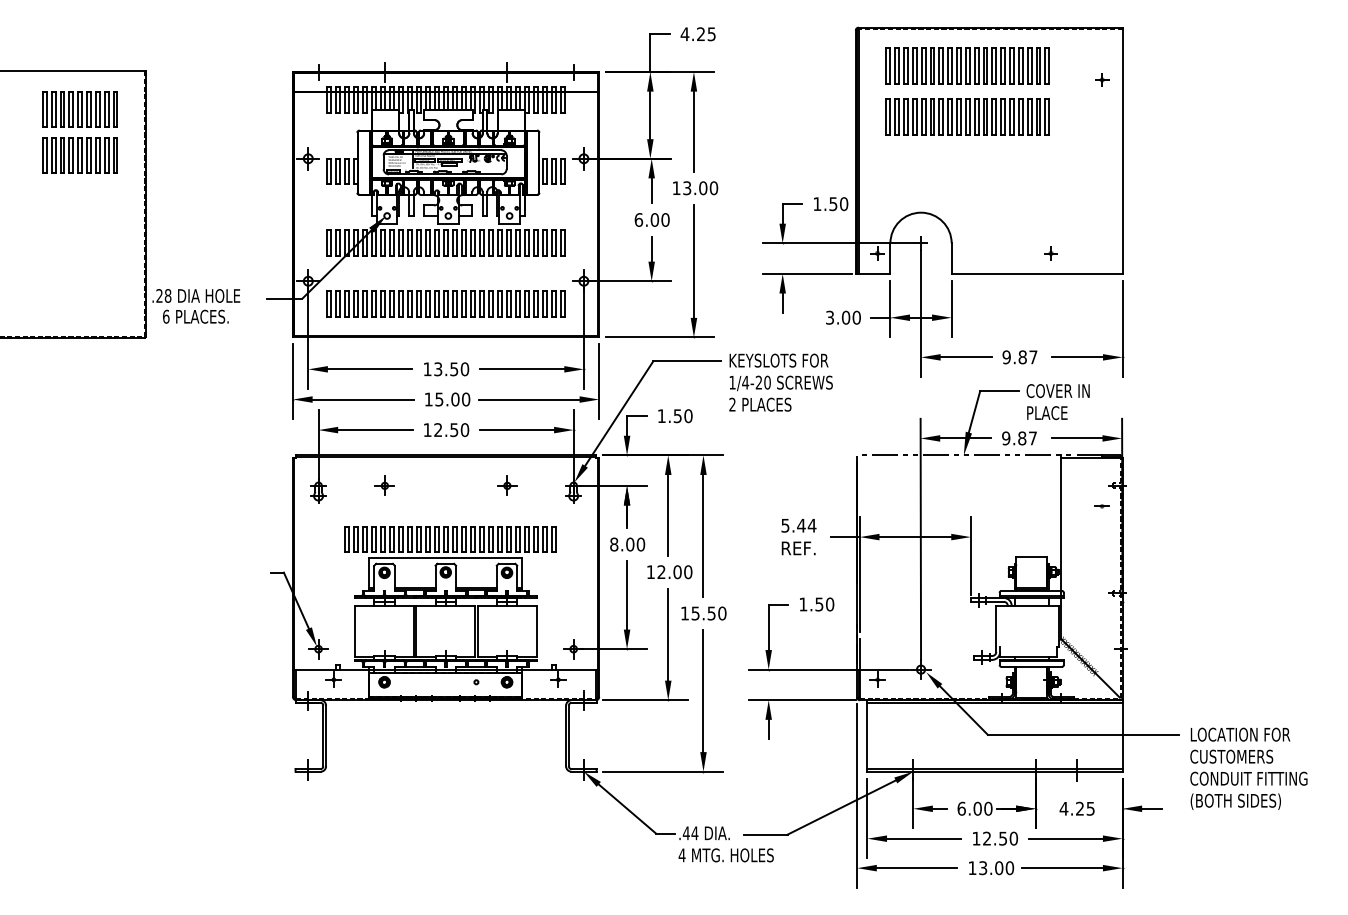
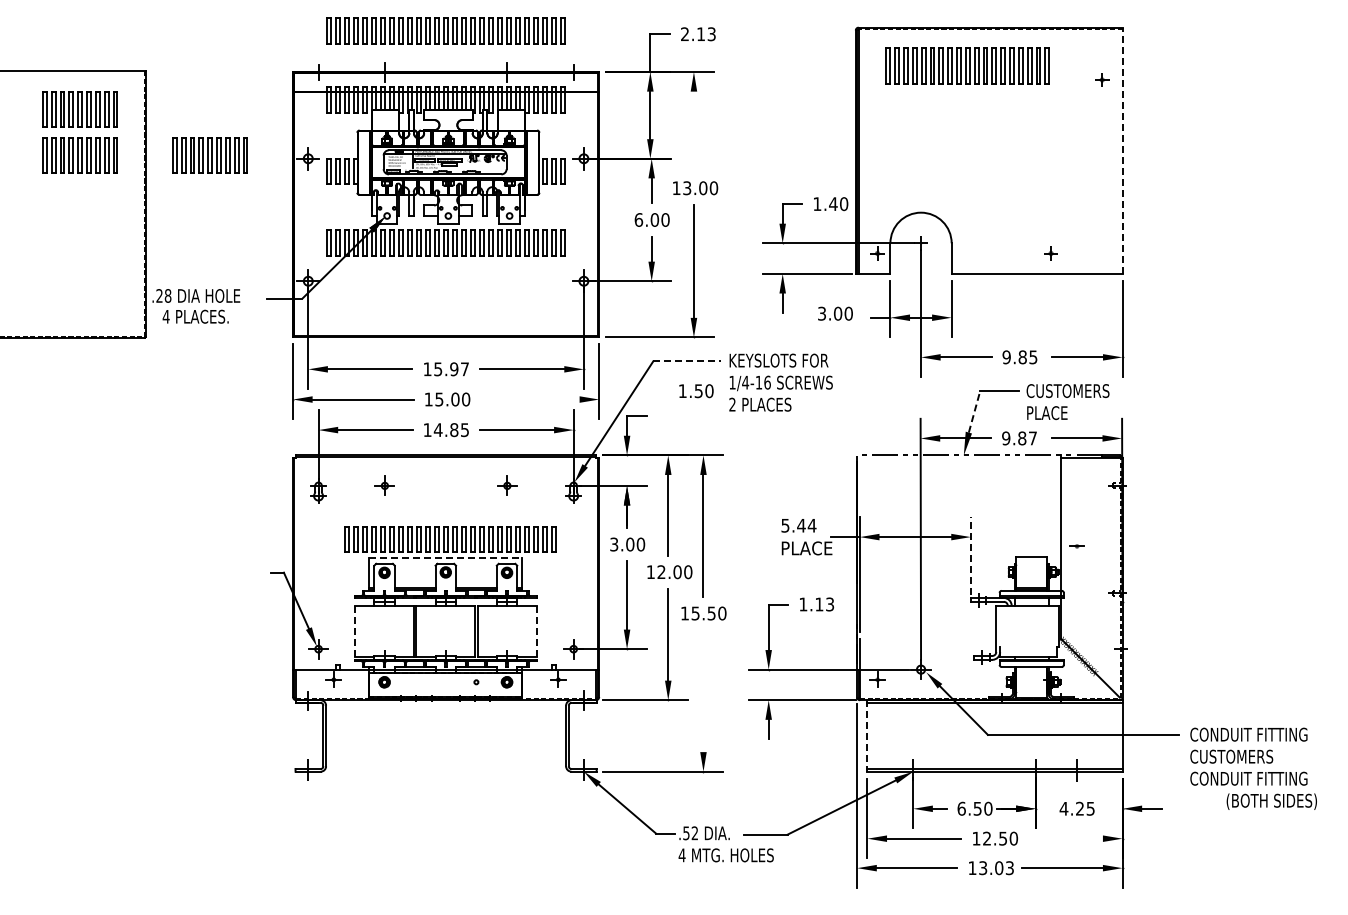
text at (697, 33): 4.25 -> 2.13
part at (967, 116): present -> none
line at (693, 131): present -> none
line at (1122, 150): solid -> dashed
part at (209, 155): none -> present
text at (833, 204): 1.50 -> 1.40
part at (445, 303) position: (445, 303) -> (445, 30)
text at (165, 316): 6 -> 4
text at (843, 317) position: (843, 317) -> (835, 313)
text at (1033, 357): 9.87 -> 9.85
line at (687, 361): solid -> dashed
text at (451, 369): 13.50 -> 15.97
text at (762, 382): 1/4-20 -> 1/4-16
text at (1072, 391): COVER IN -> CUSTOMERS
line at (528, 399): present -> none
line at (974, 411): solid -> dashed
text at (675, 416) position: (675, 416) -> (696, 391)
text at (451, 430): 12.50 -> 14.85
part at (1101, 506) position: (1101, 506) -> (1076, 546)
text at (614, 544): 8.00 -> 3.00
text at (807, 548): REF. -> PLACE
line at (970, 556): solid -> dashed
line at (445, 557): solid -> dashed
text at (824, 604): 1.50 -> 1.13
line at (355, 631): solid -> dashed
line at (536, 631): solid -> dashed
line at (703, 691): present -> none
text at (1248, 734): LOCATION FOR -> CONDUIT FITTING
line at (867, 735): solid -> dashed
text at (1235, 801) position: (1235, 801) -> (1271, 801)
text at (977, 808): 6.00 -> 6.50
text at (690, 833): .44 -> .52
line at (1065, 838): present -> none
text at (1009, 868): 13.00 -> 13.03
